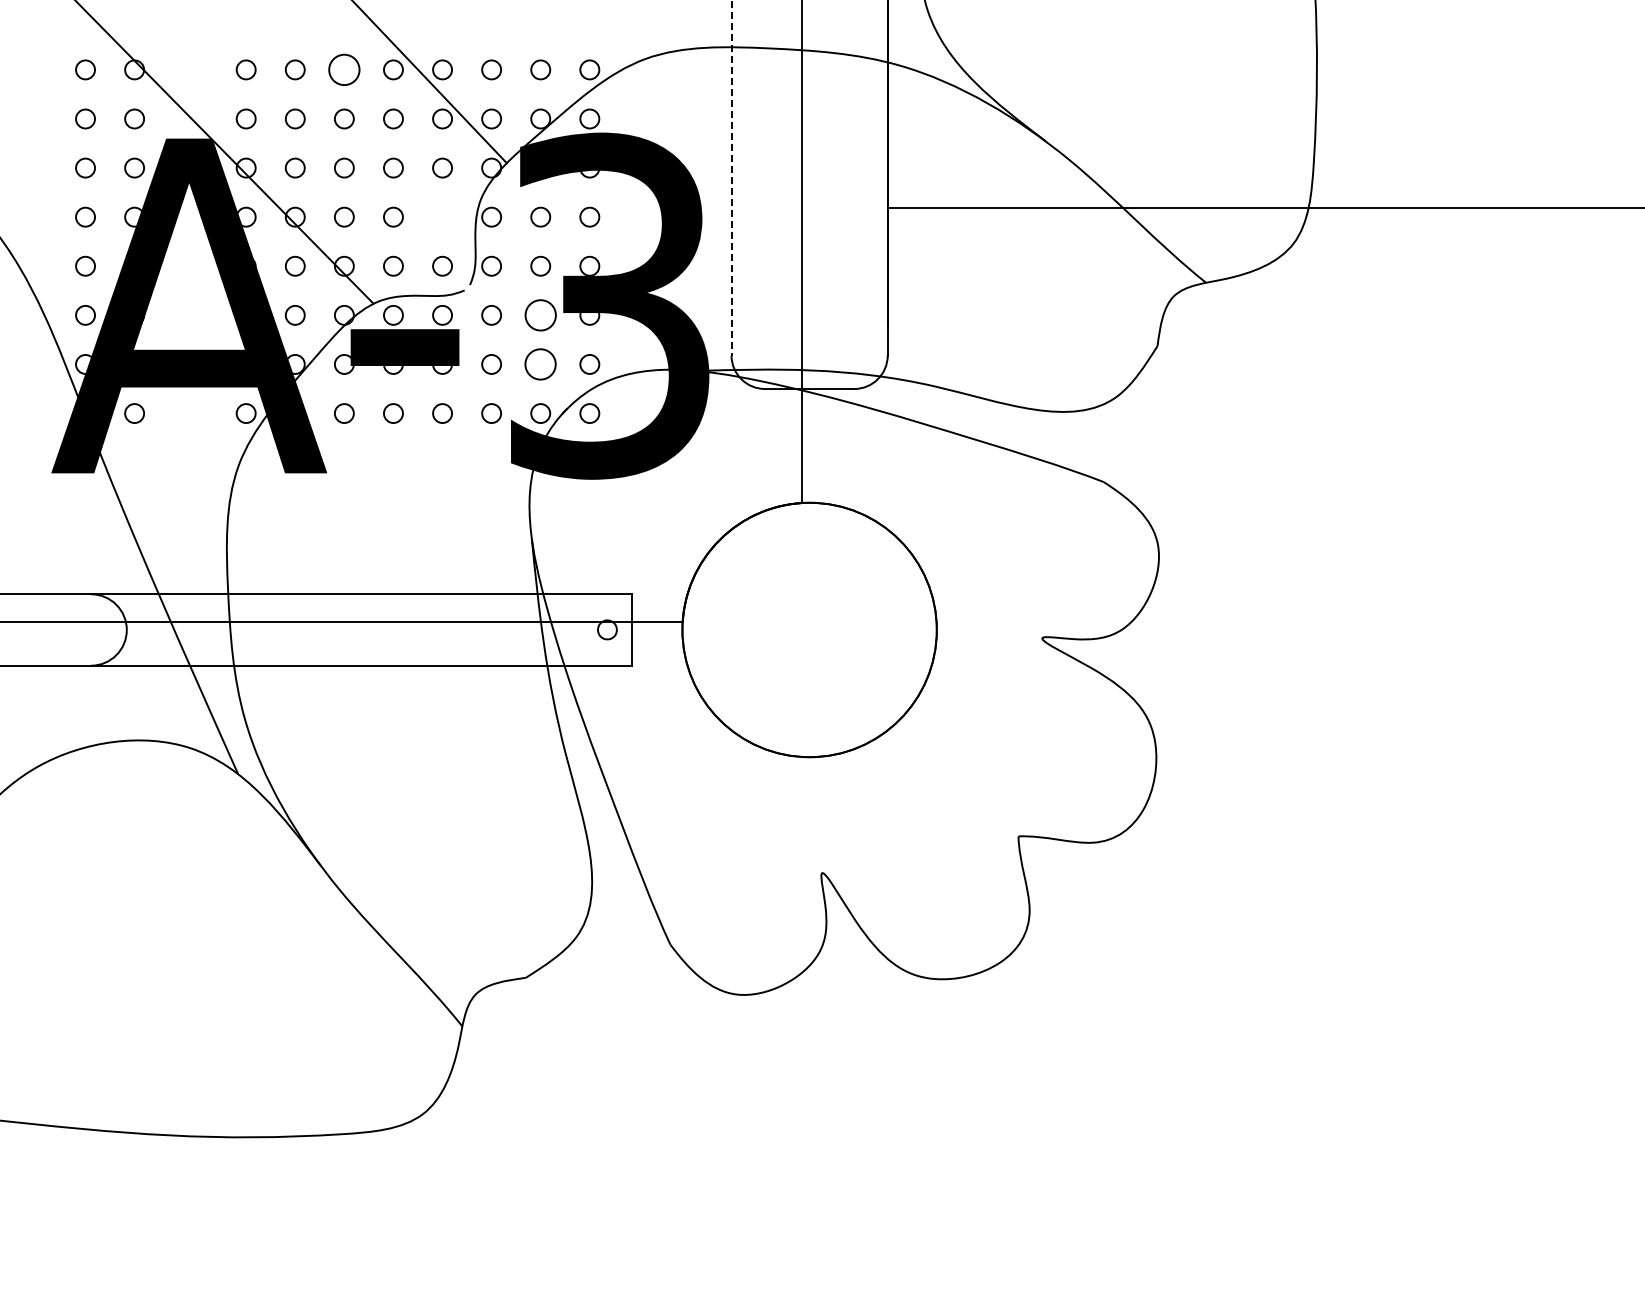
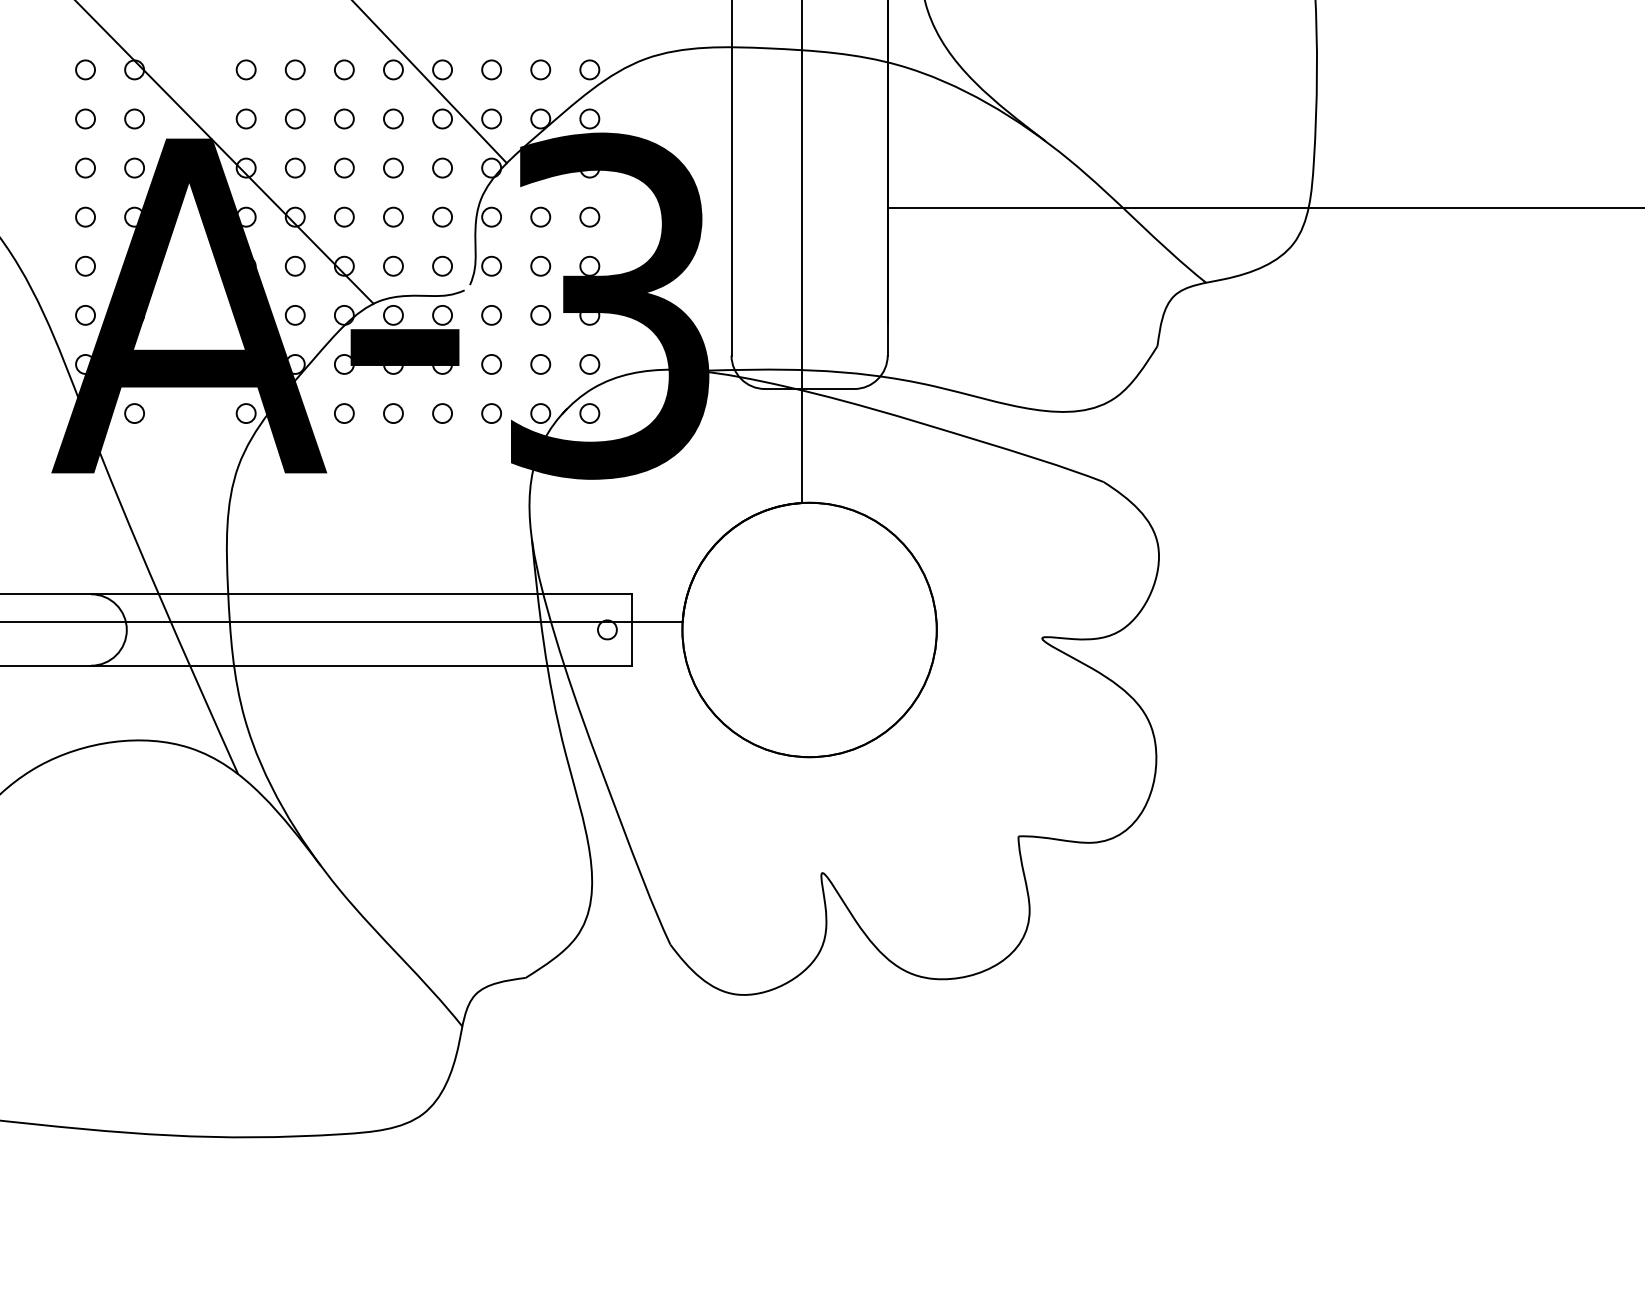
circle at (344, 69) diameter: 30 px -> 19 px
line at (731, 178): dashed -> solid
circle at (442, 216): none -> present
circle at (540, 315) diameter: 30 px -> 19 px
circle at (540, 364) size: 33x33 px -> 22x21 px
